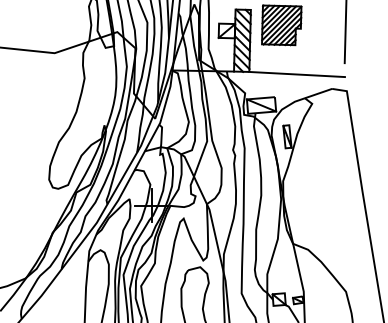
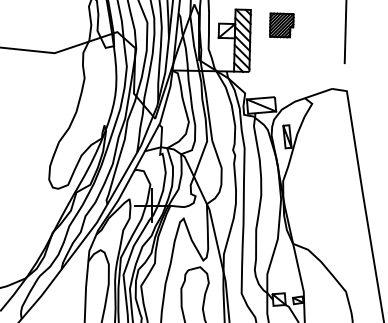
part at (281, 25) size: 42x43 px -> 26x27 px
line at (296, 74): present -> none
